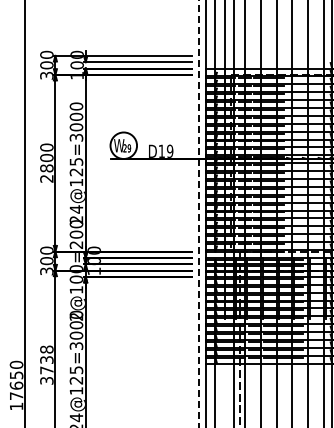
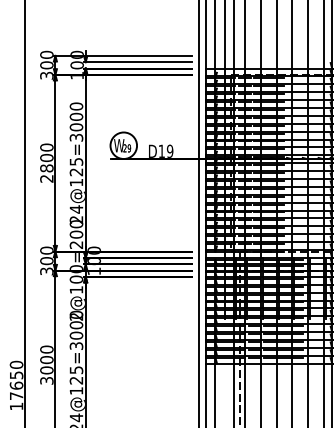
line at (199, 214): dashed -> solid
text at (46, 359): 3738 -> 3000
